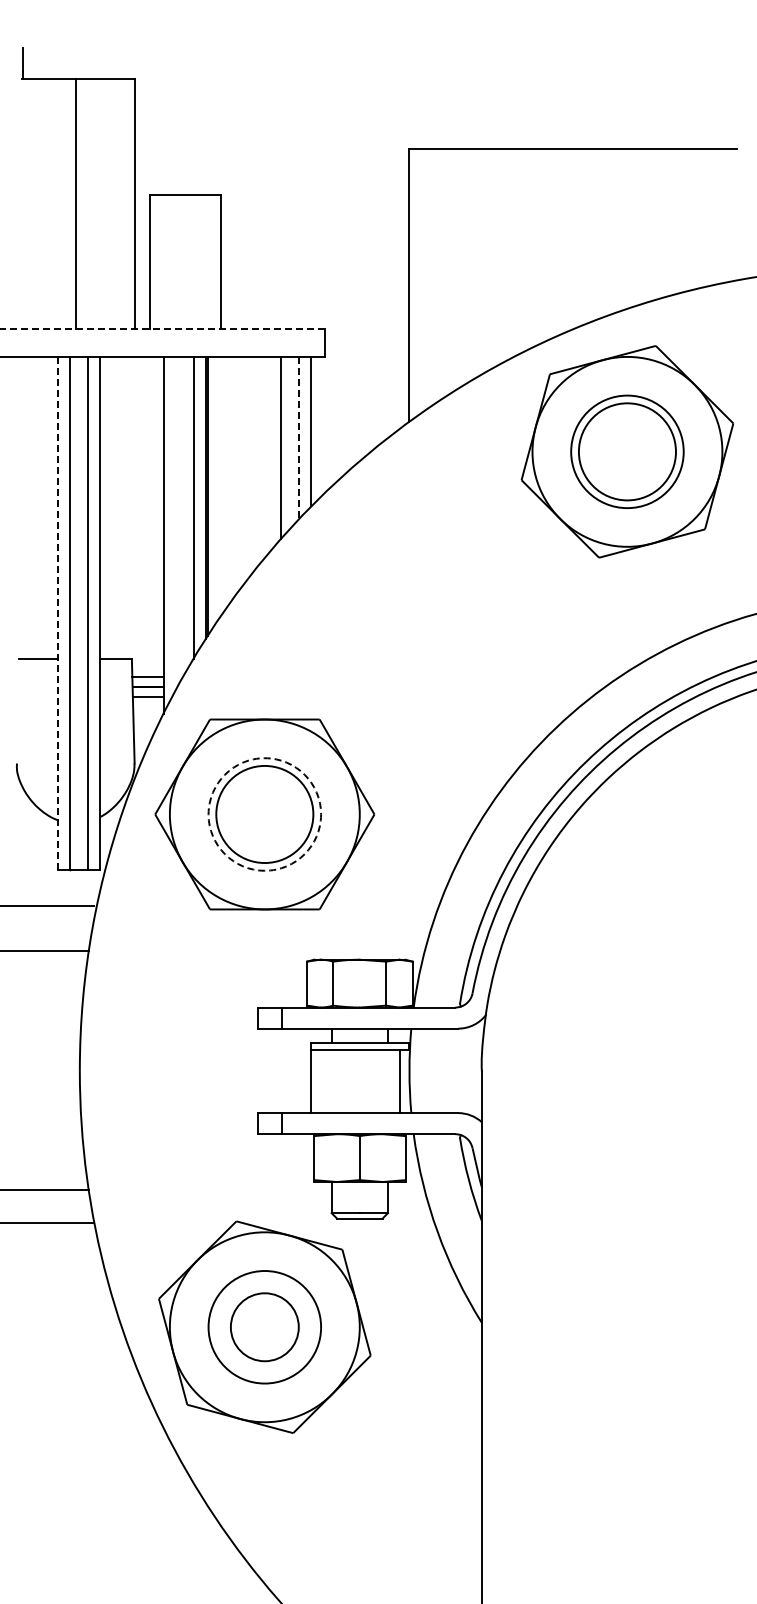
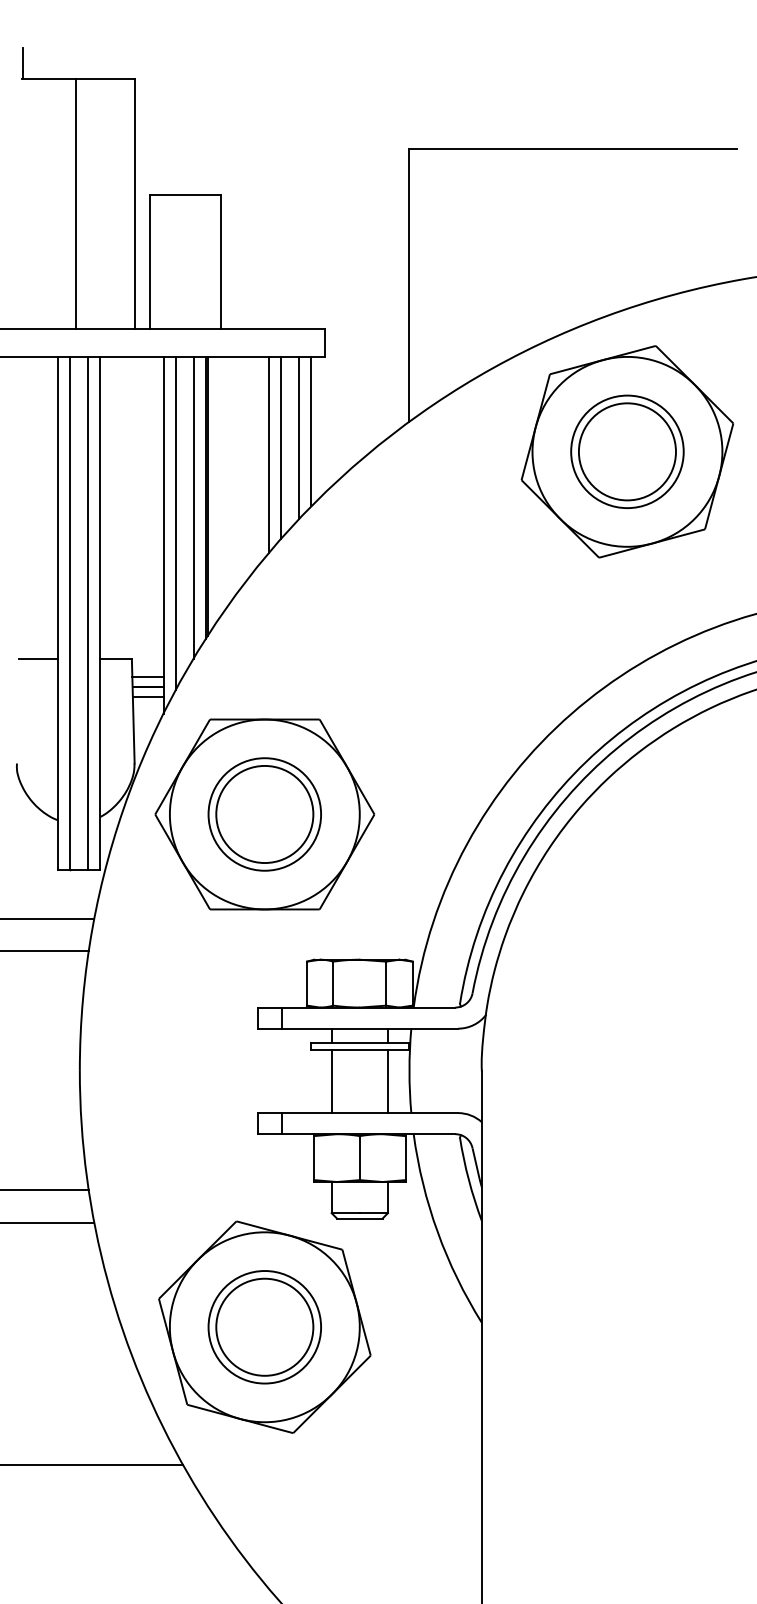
line at (162, 328): dashed -> solid
line at (299, 438): dashed -> solid
line at (269, 454): none -> present
line at (175, 522): none -> present
line at (58, 613): dashed -> solid
circle at (264, 814): dashed -> solid
line at (48, 906) position: (48, 906) -> (48, 919)
line at (310, 1081) position: (310, 1081) -> (331, 1081)
line at (399, 1081) position: (399, 1081) -> (387, 1081)
circle at (264, 1327) diameter: 68 px -> 97 px
line at (92, 1464): none -> present
